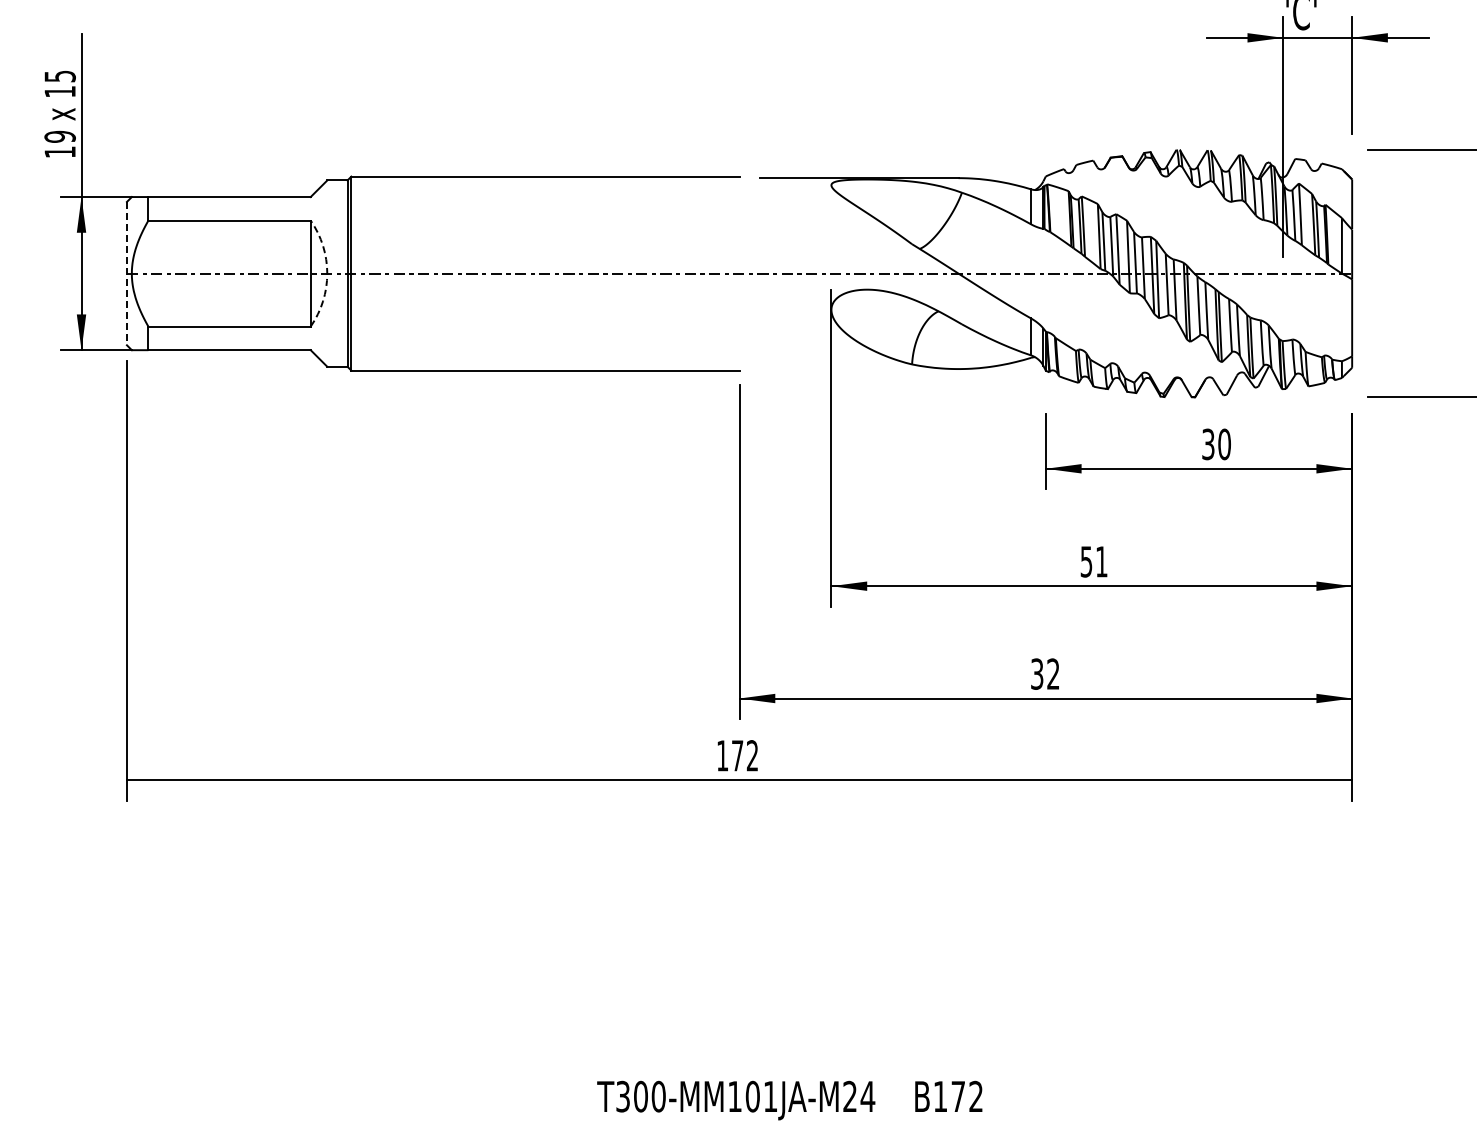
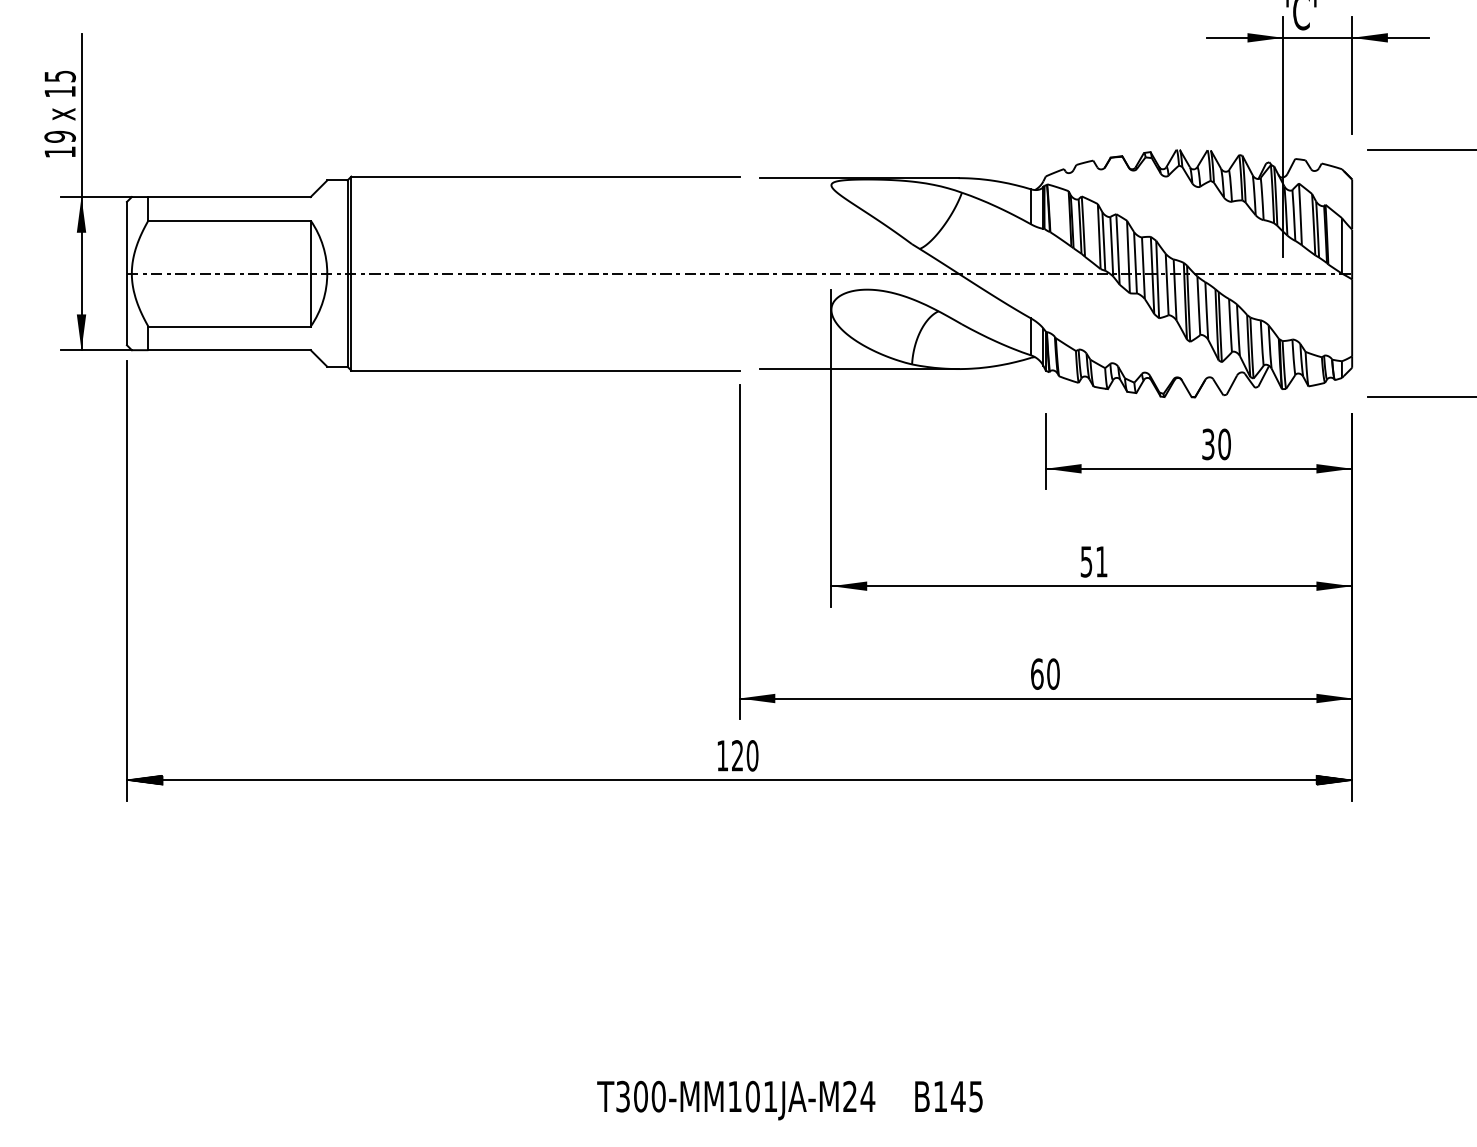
line at (126, 273): dashed -> solid
arc at (327, 273): dashed -> solid
line at (858, 369): none -> present
text at (1045, 673): 32 -> 60
text at (745, 755): 172 -> 120
hatch at (144, 779): none -> present
hatch at (1333, 779): none -> present
text at (966, 1096): B172 -> B145
